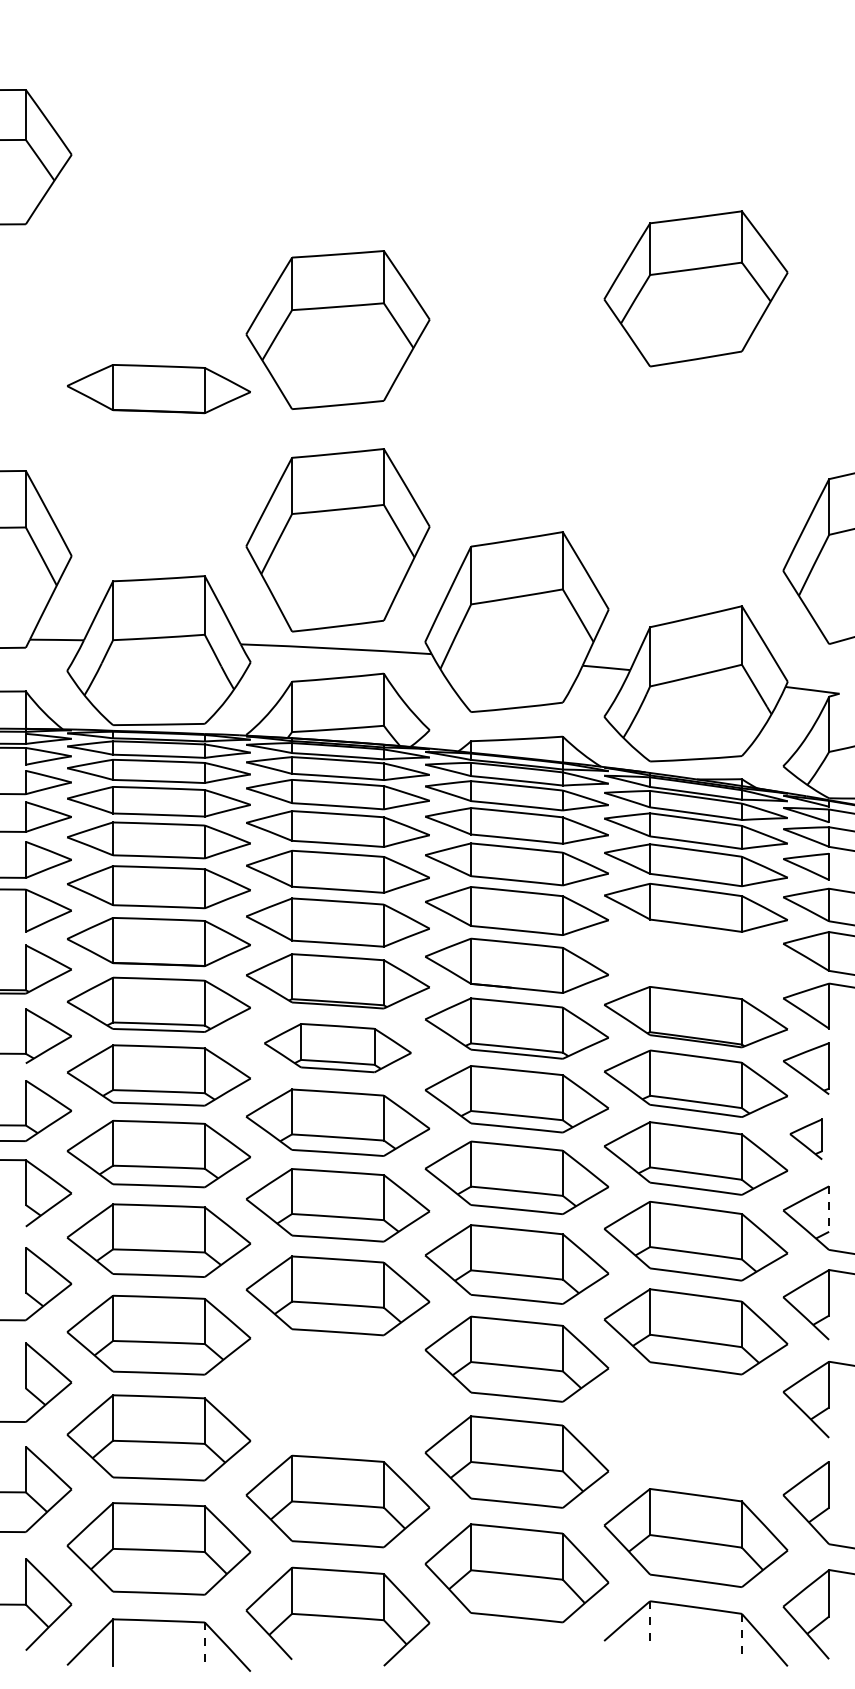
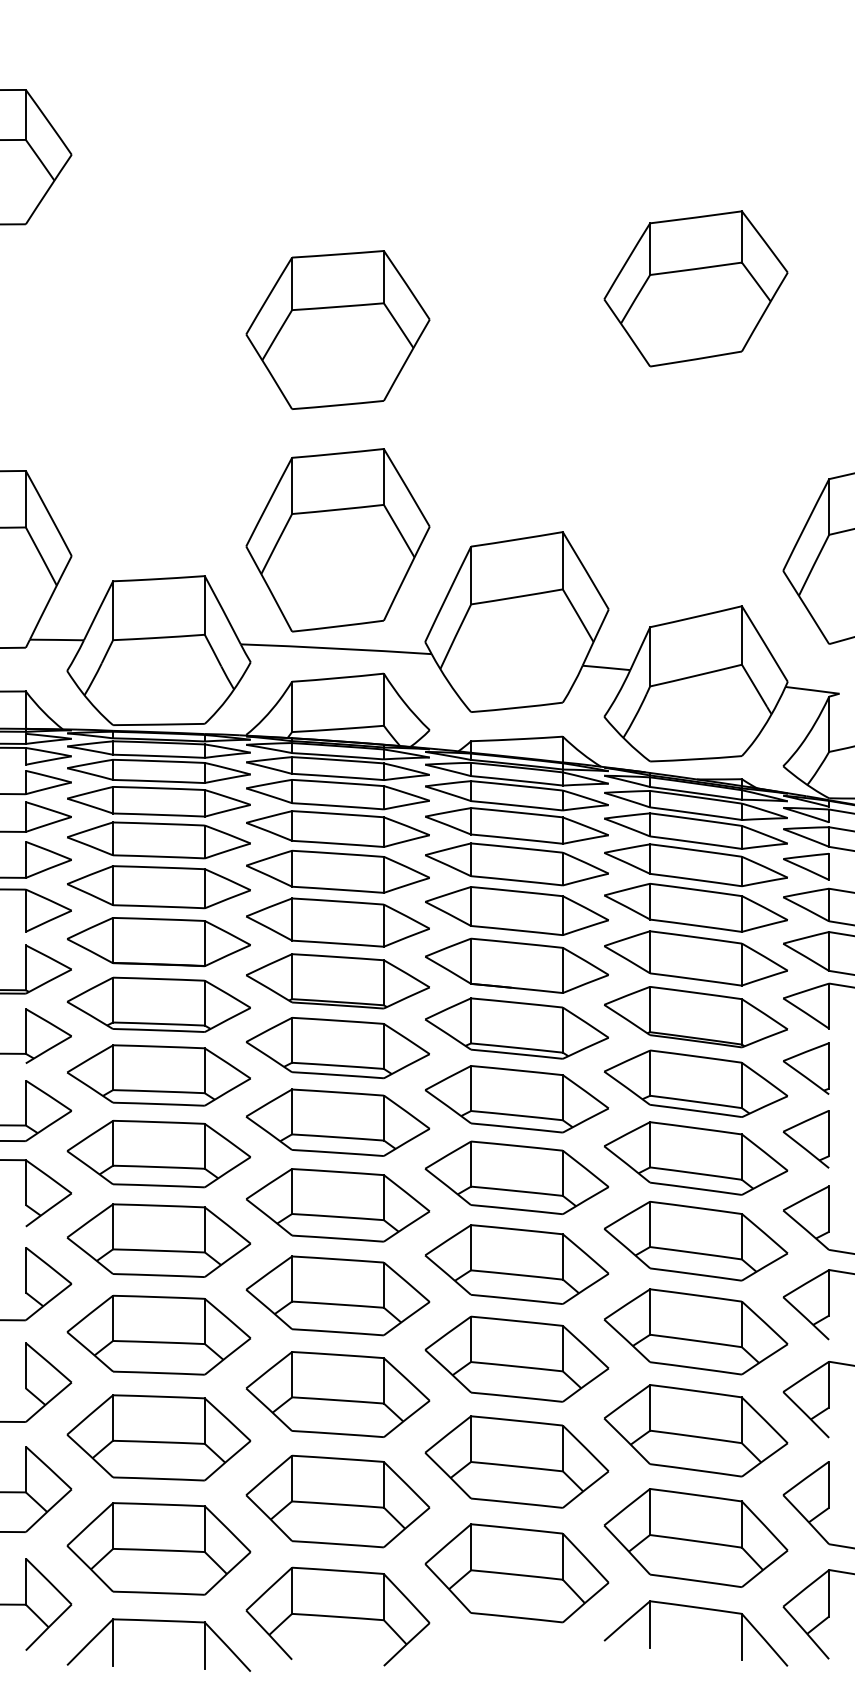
part at (158, 389): present -> none
part at (695, 958): none -> present
part at (337, 1048) size: 148x51 px -> 185x63 px
part at (805, 1138) size: 34x42 px -> 48x59 px
line at (829, 1209): dashed -> solid
part at (337, 1394): none -> present
part at (695, 1430): none -> present
line at (650, 1624): dashed -> solid
line at (741, 1637): dashed -> solid
line at (204, 1646): dashed -> solid
